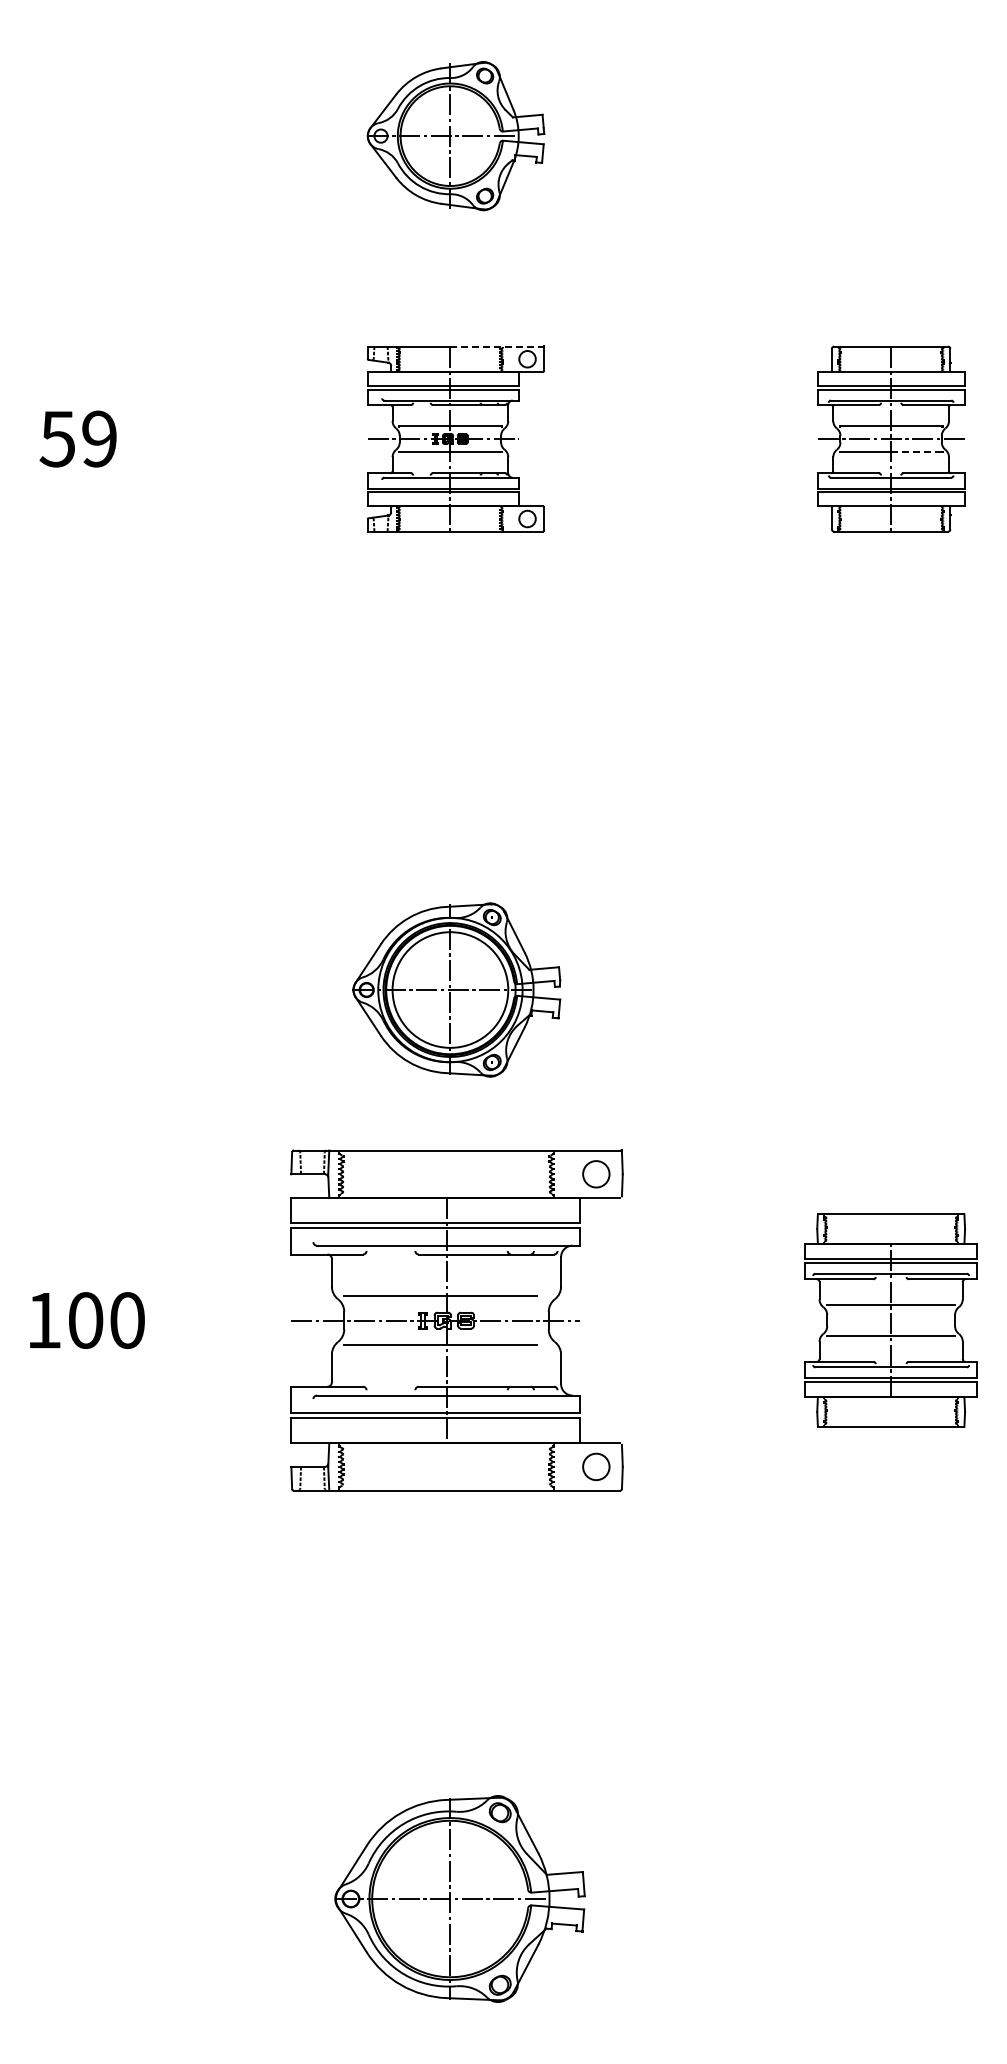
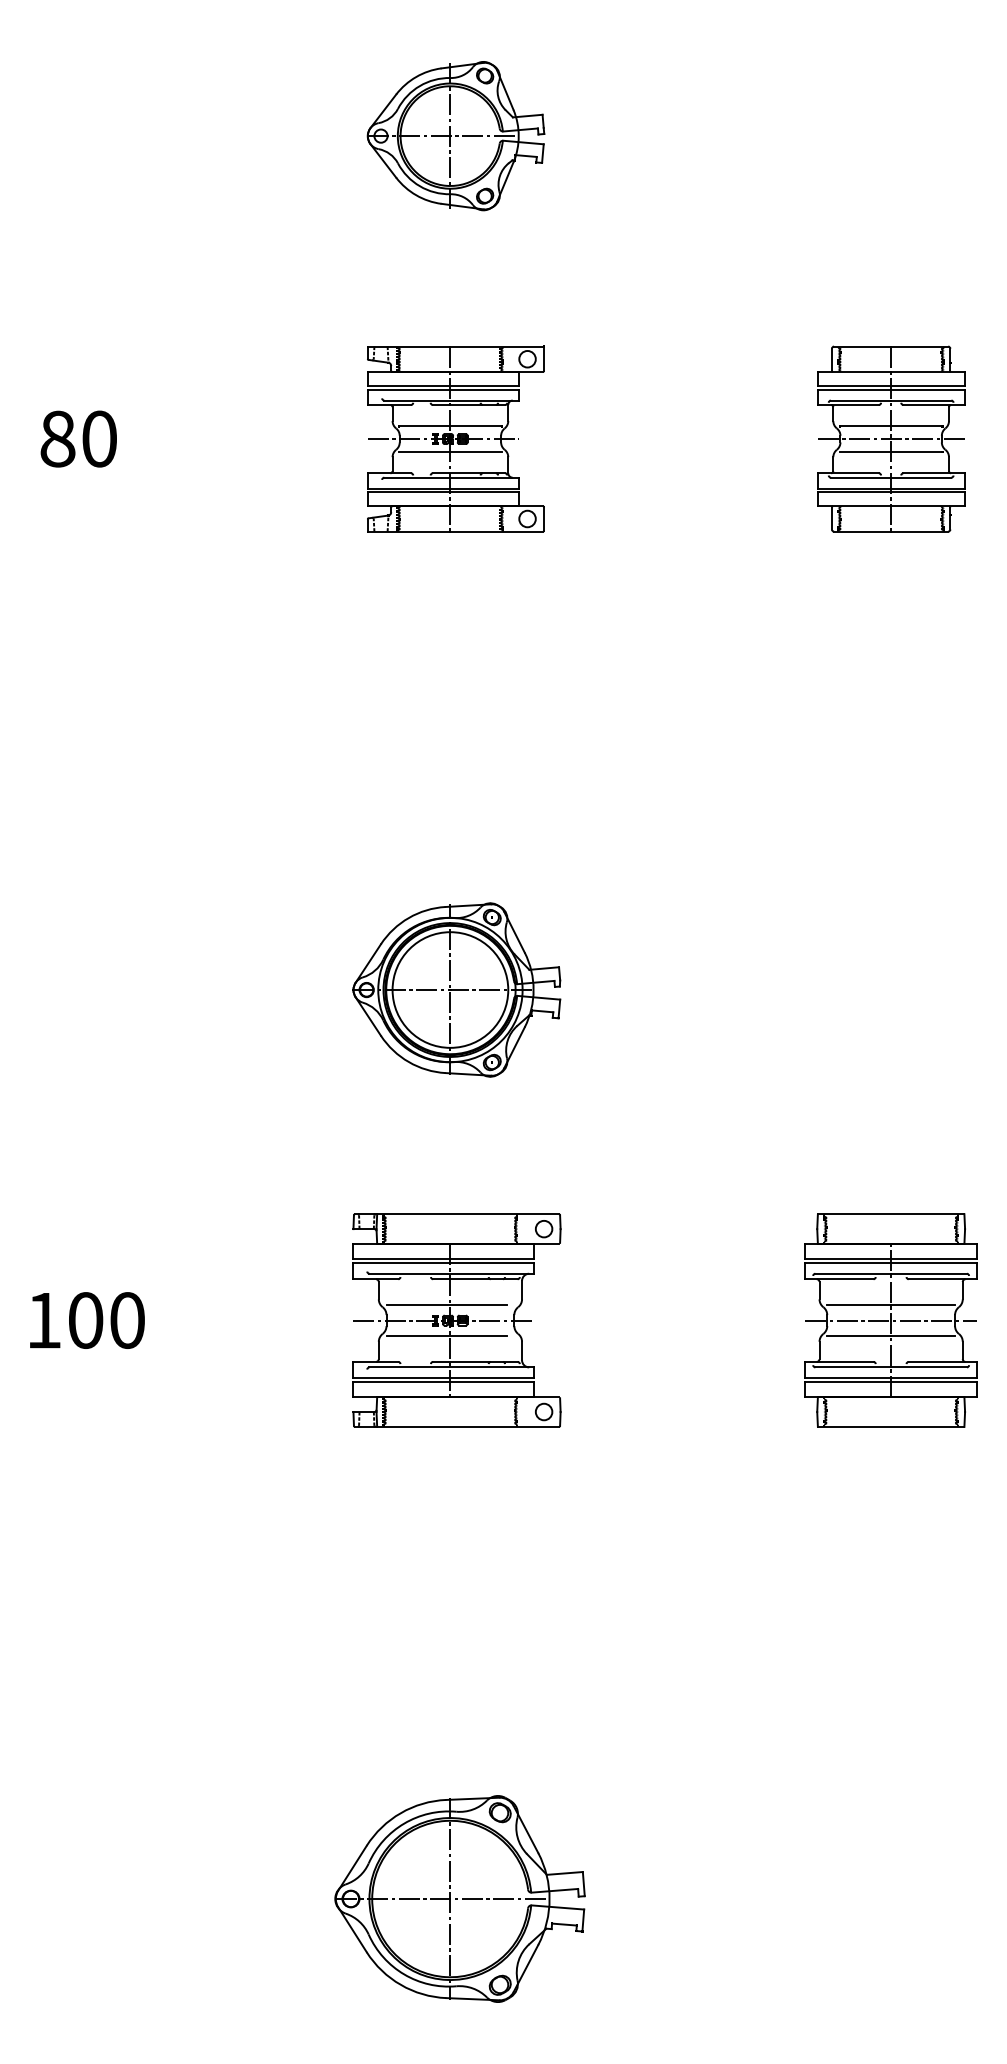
line at (497, 346): dashed -> solid
text at (77, 438): 59 -> 80
line at (916, 451): dashed -> solid
part at (456, 1320) size: 334x343 px -> 210x215 px
line at (890, 1320): none -> present
